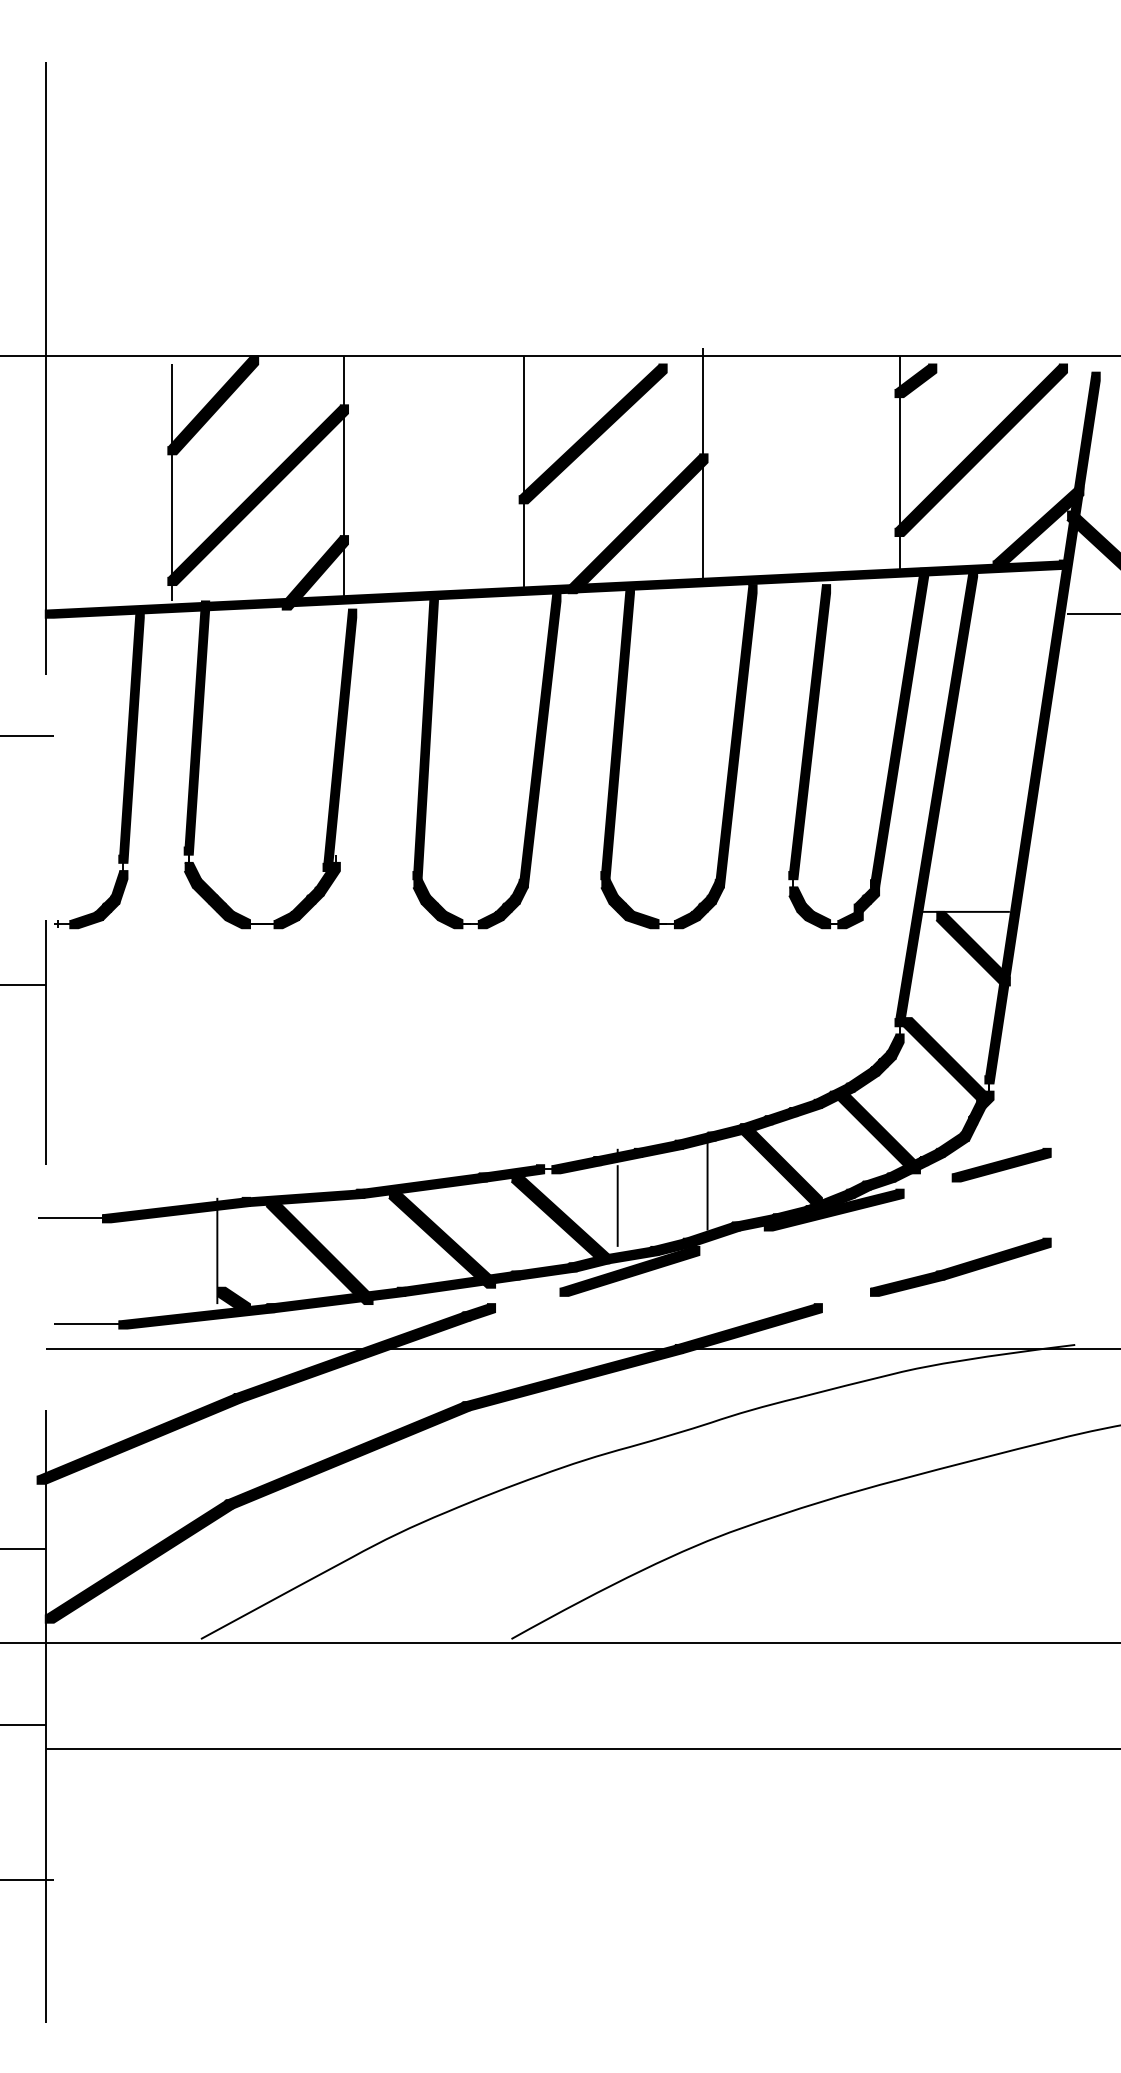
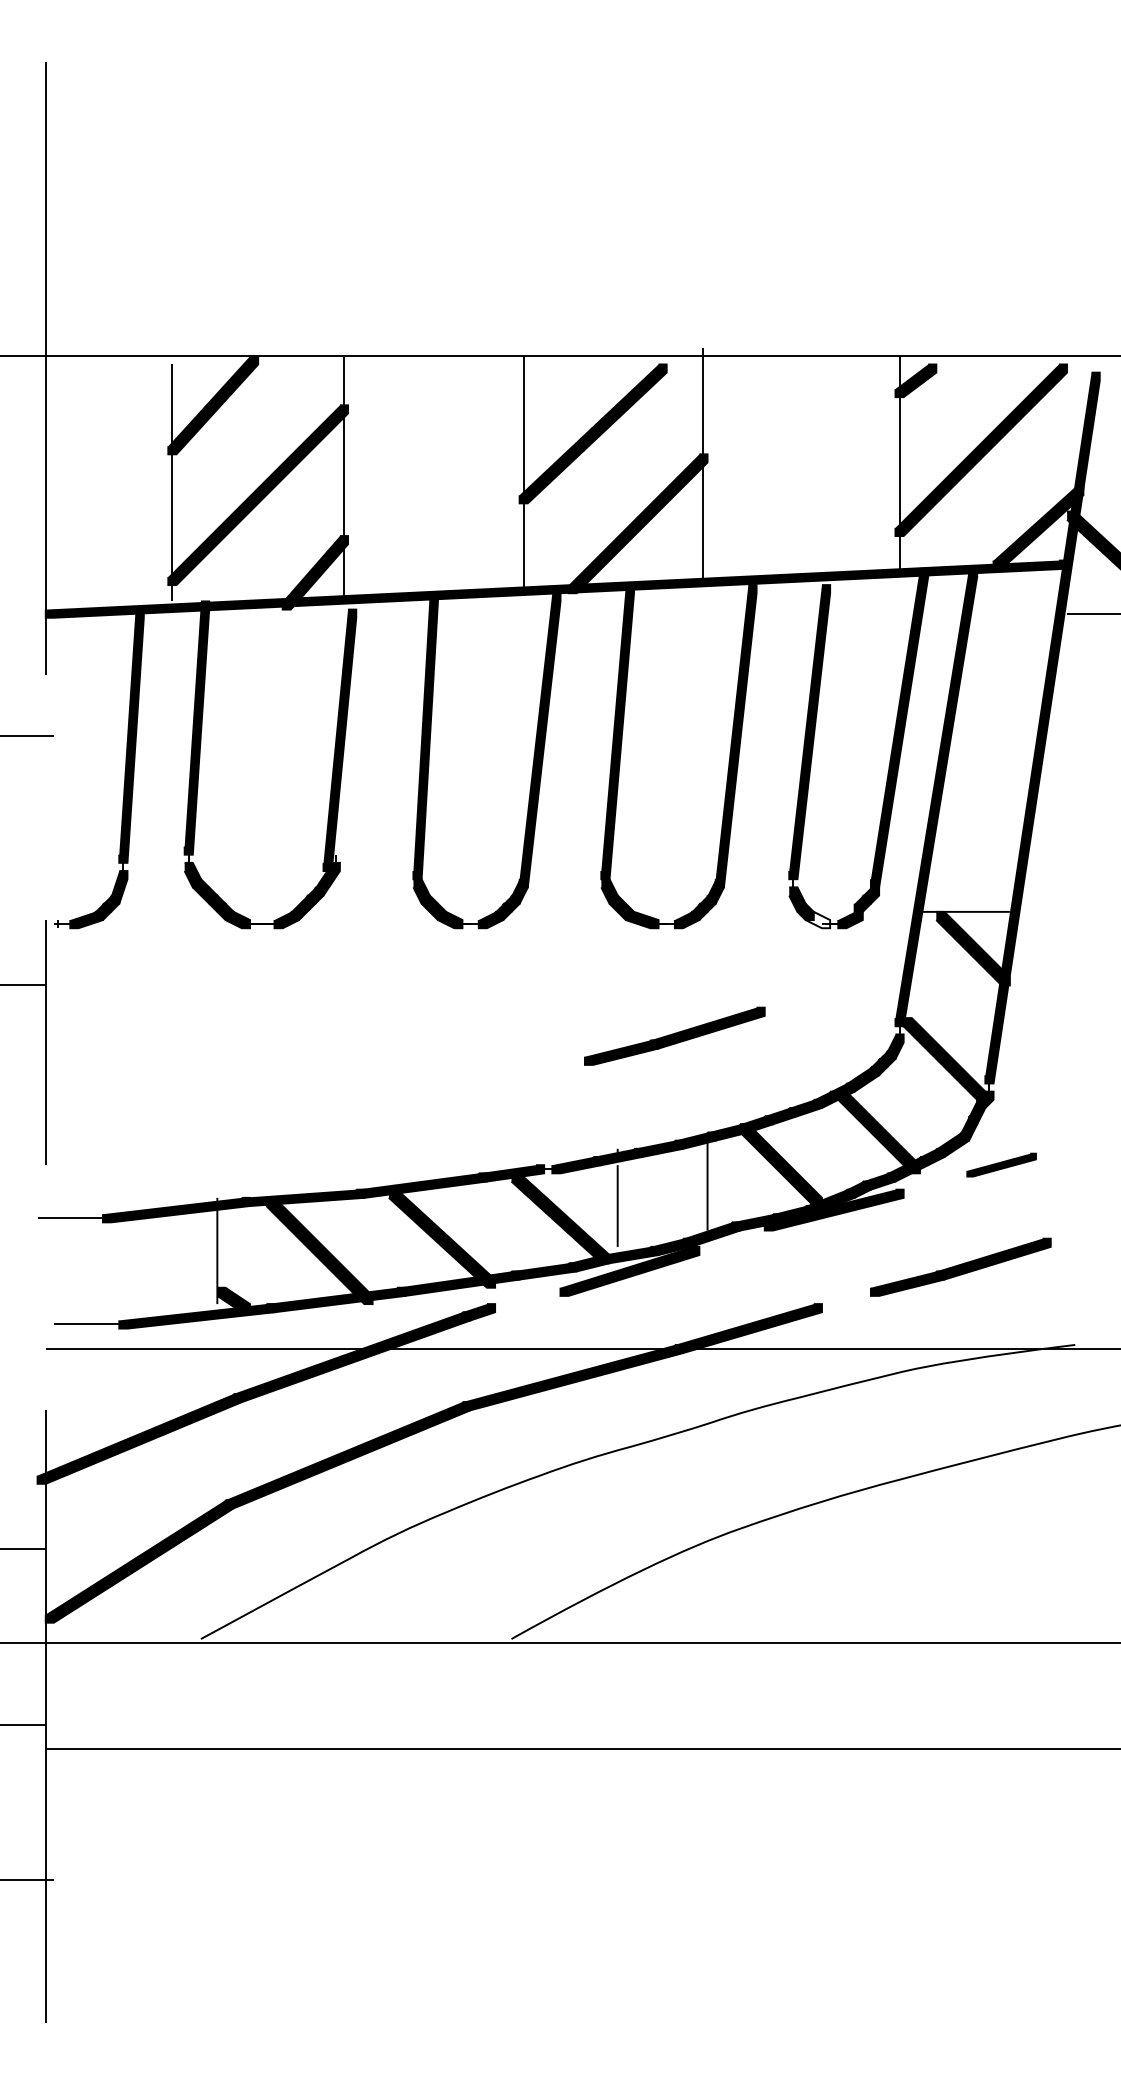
fill at (817, 919): present -> none
part at (674, 1035): none -> present
part at (1001, 1164) size: 101x36 px -> 71x26 px
